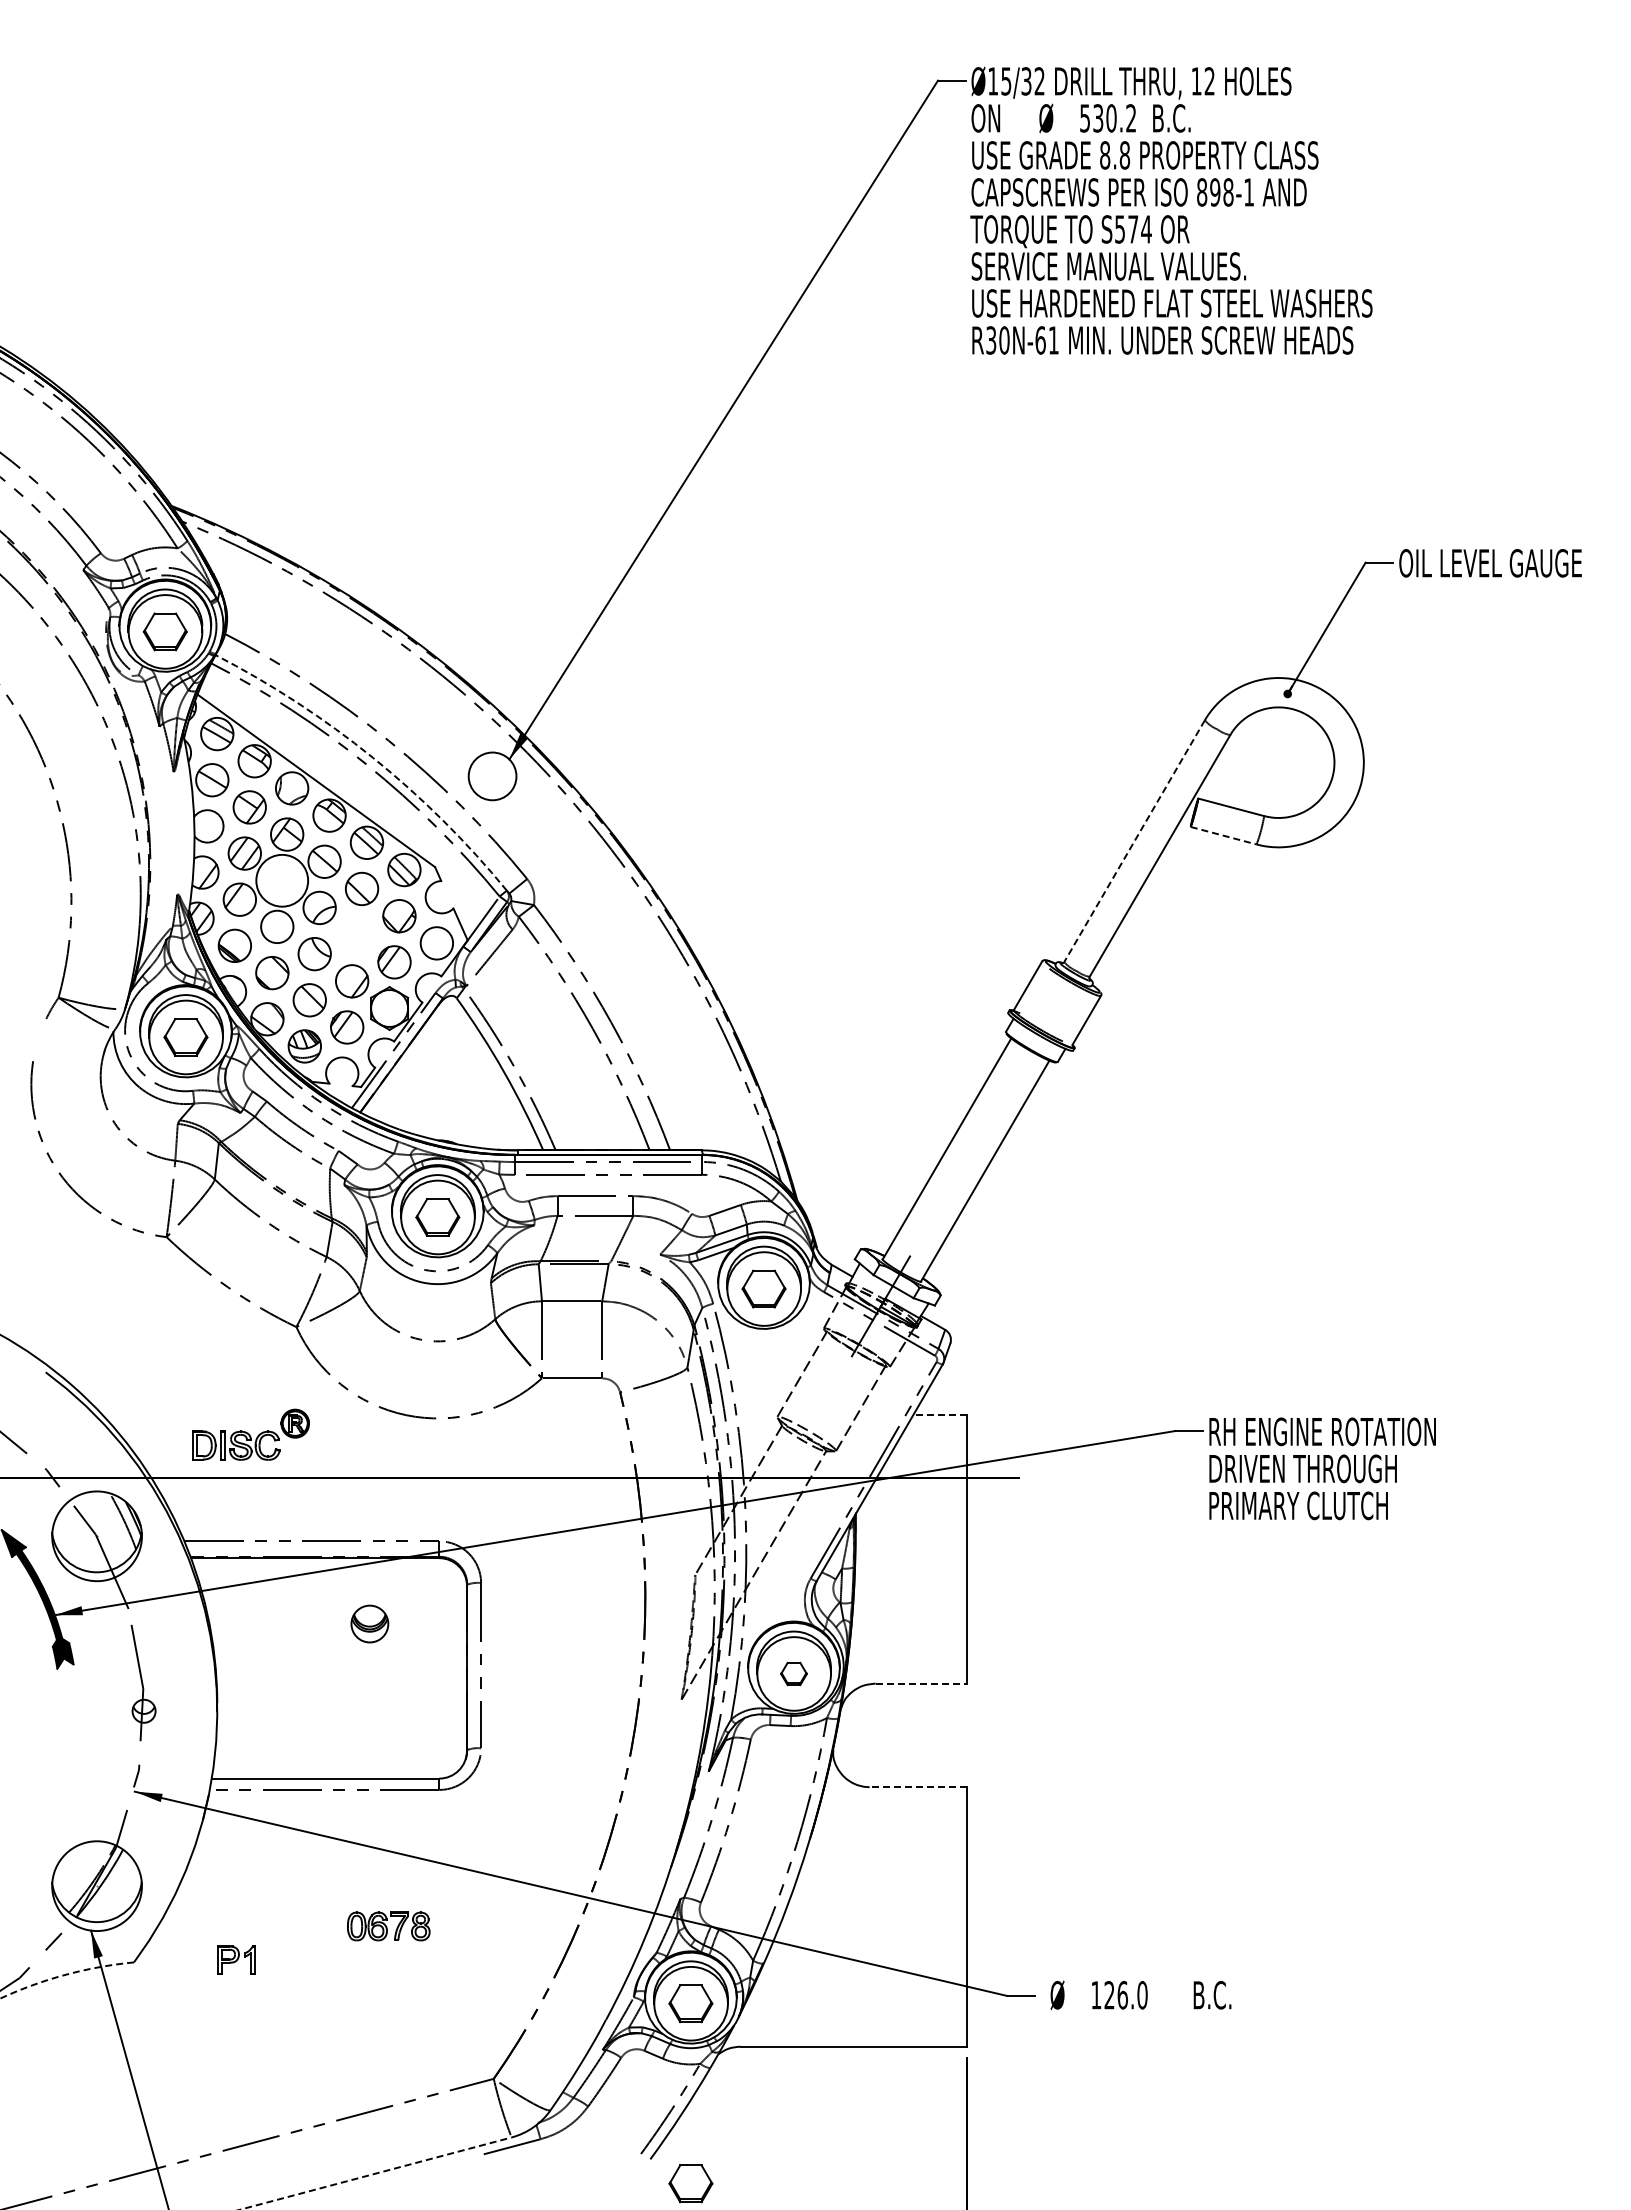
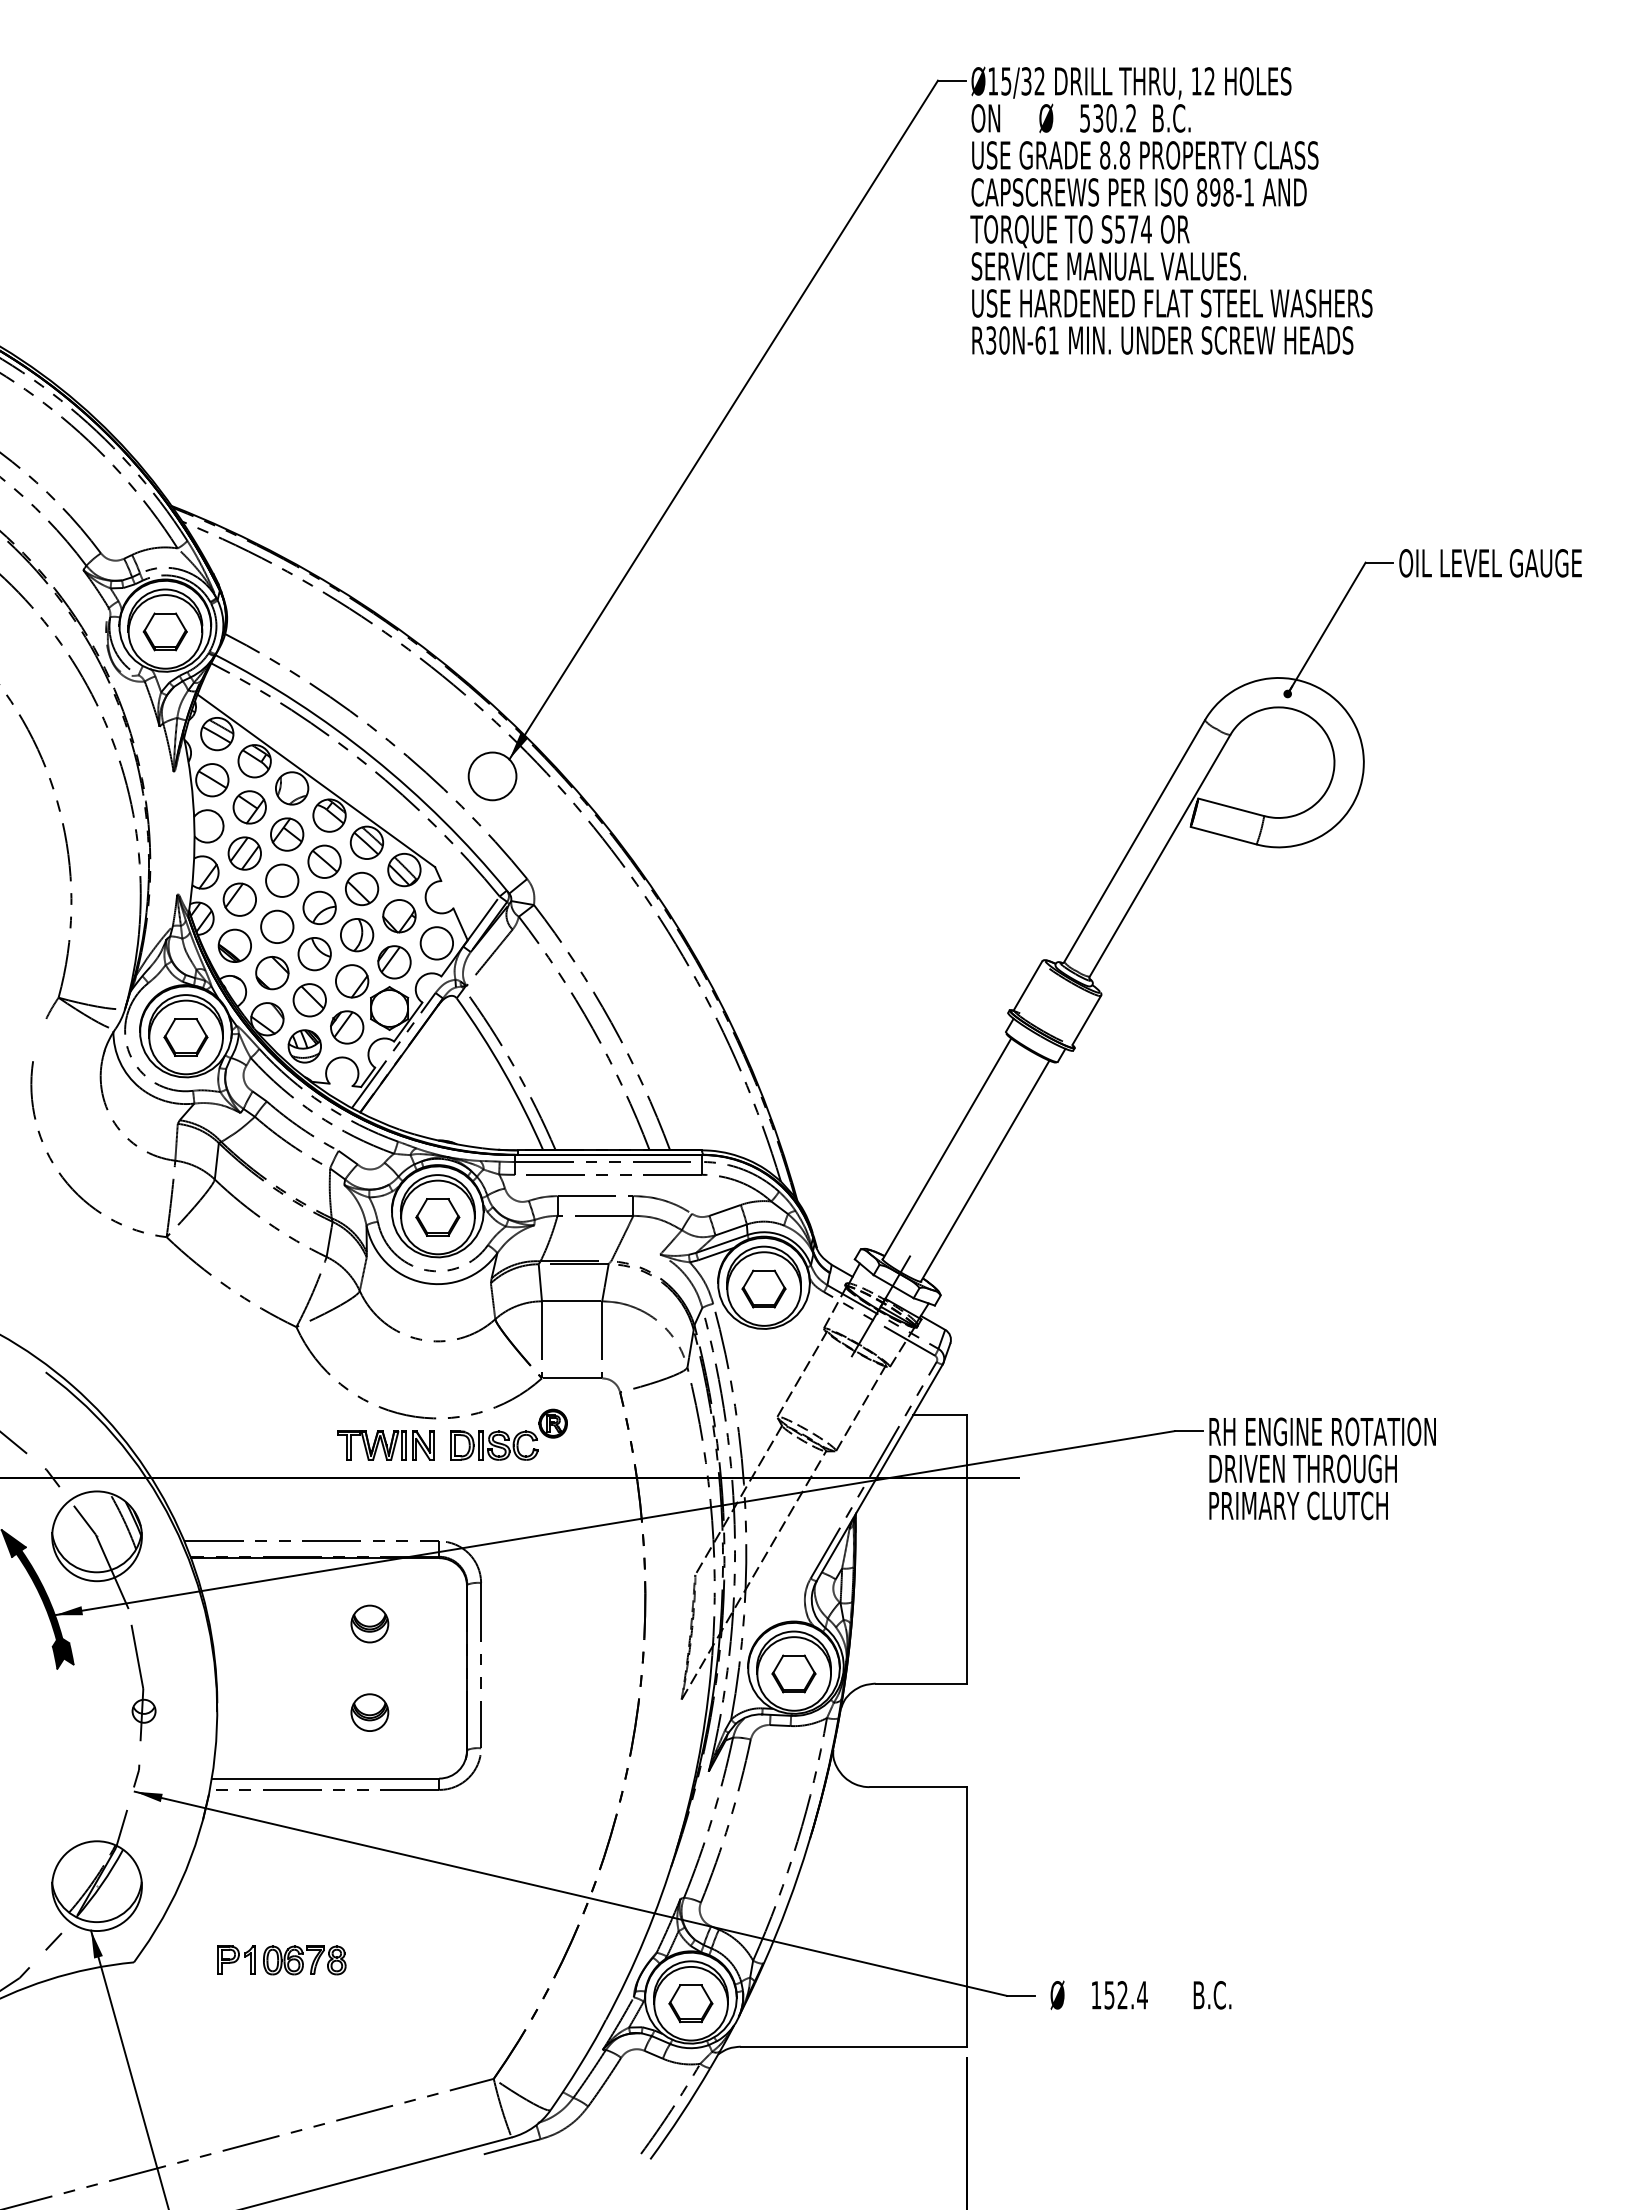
arc at (373, 757): dashed -> solid
line at (1224, 835): dashed -> solid
line at (1134, 841): dashed -> solid
circle at (282, 880) diameter: 52 px -> 32 px
part at (357, 935): none -> present
line at (939, 1415): dashed -> solid
part at (250, 1434) position: (250, 1434) -> (508, 1434)
part at (385, 1445): none -> present
part at (793, 1673) size: 28x26 px -> 46x40 px
line at (921, 1683): dashed -> solid
part at (369, 1712): none -> present
line at (918, 1787): dashed -> solid
part at (388, 1926) position: (388, 1926) -> (304, 1960)
arc at (66, 1974): dashed -> solid
text at (1125, 1995): 126.0 -> 152.4
line at (375, 2173): dashed -> solid
part at (690, 2183): present -> none
